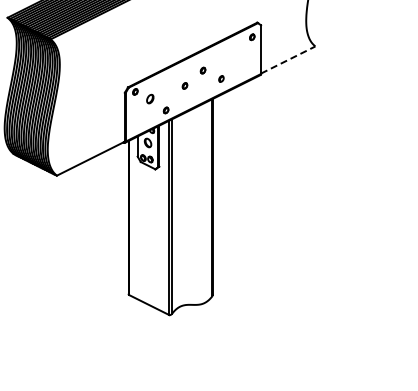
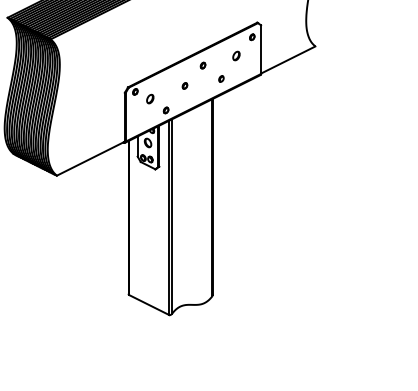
part at (236, 55): none -> present
line at (288, 59): dashed -> solid
part at (202, 70) position: (202, 70) -> (202, 65)
